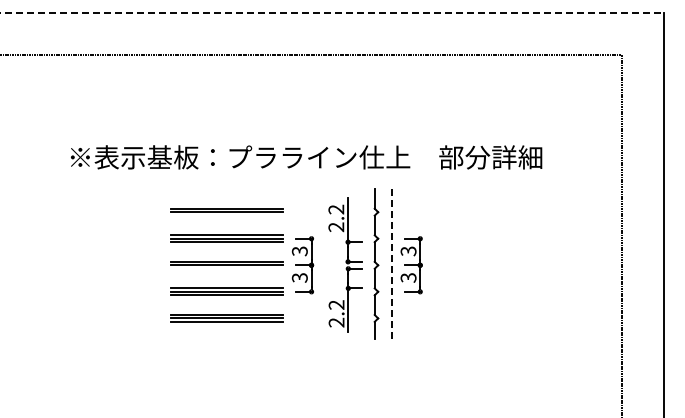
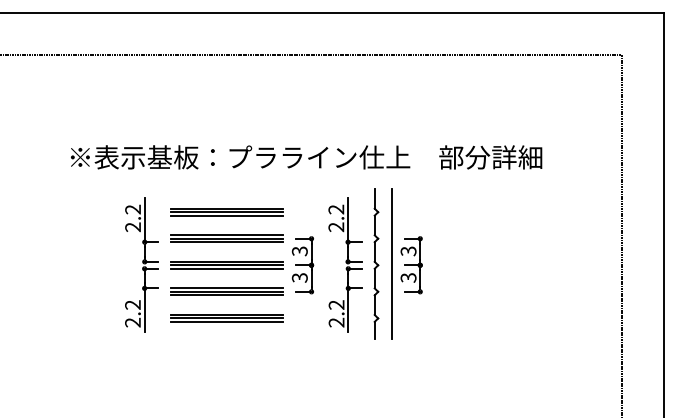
line at (332, 12): dashed -> solid
line at (227, 215): none -> present
line at (391, 263): dashed -> solid
part at (141, 264): none -> present
line at (227, 268): none -> present
